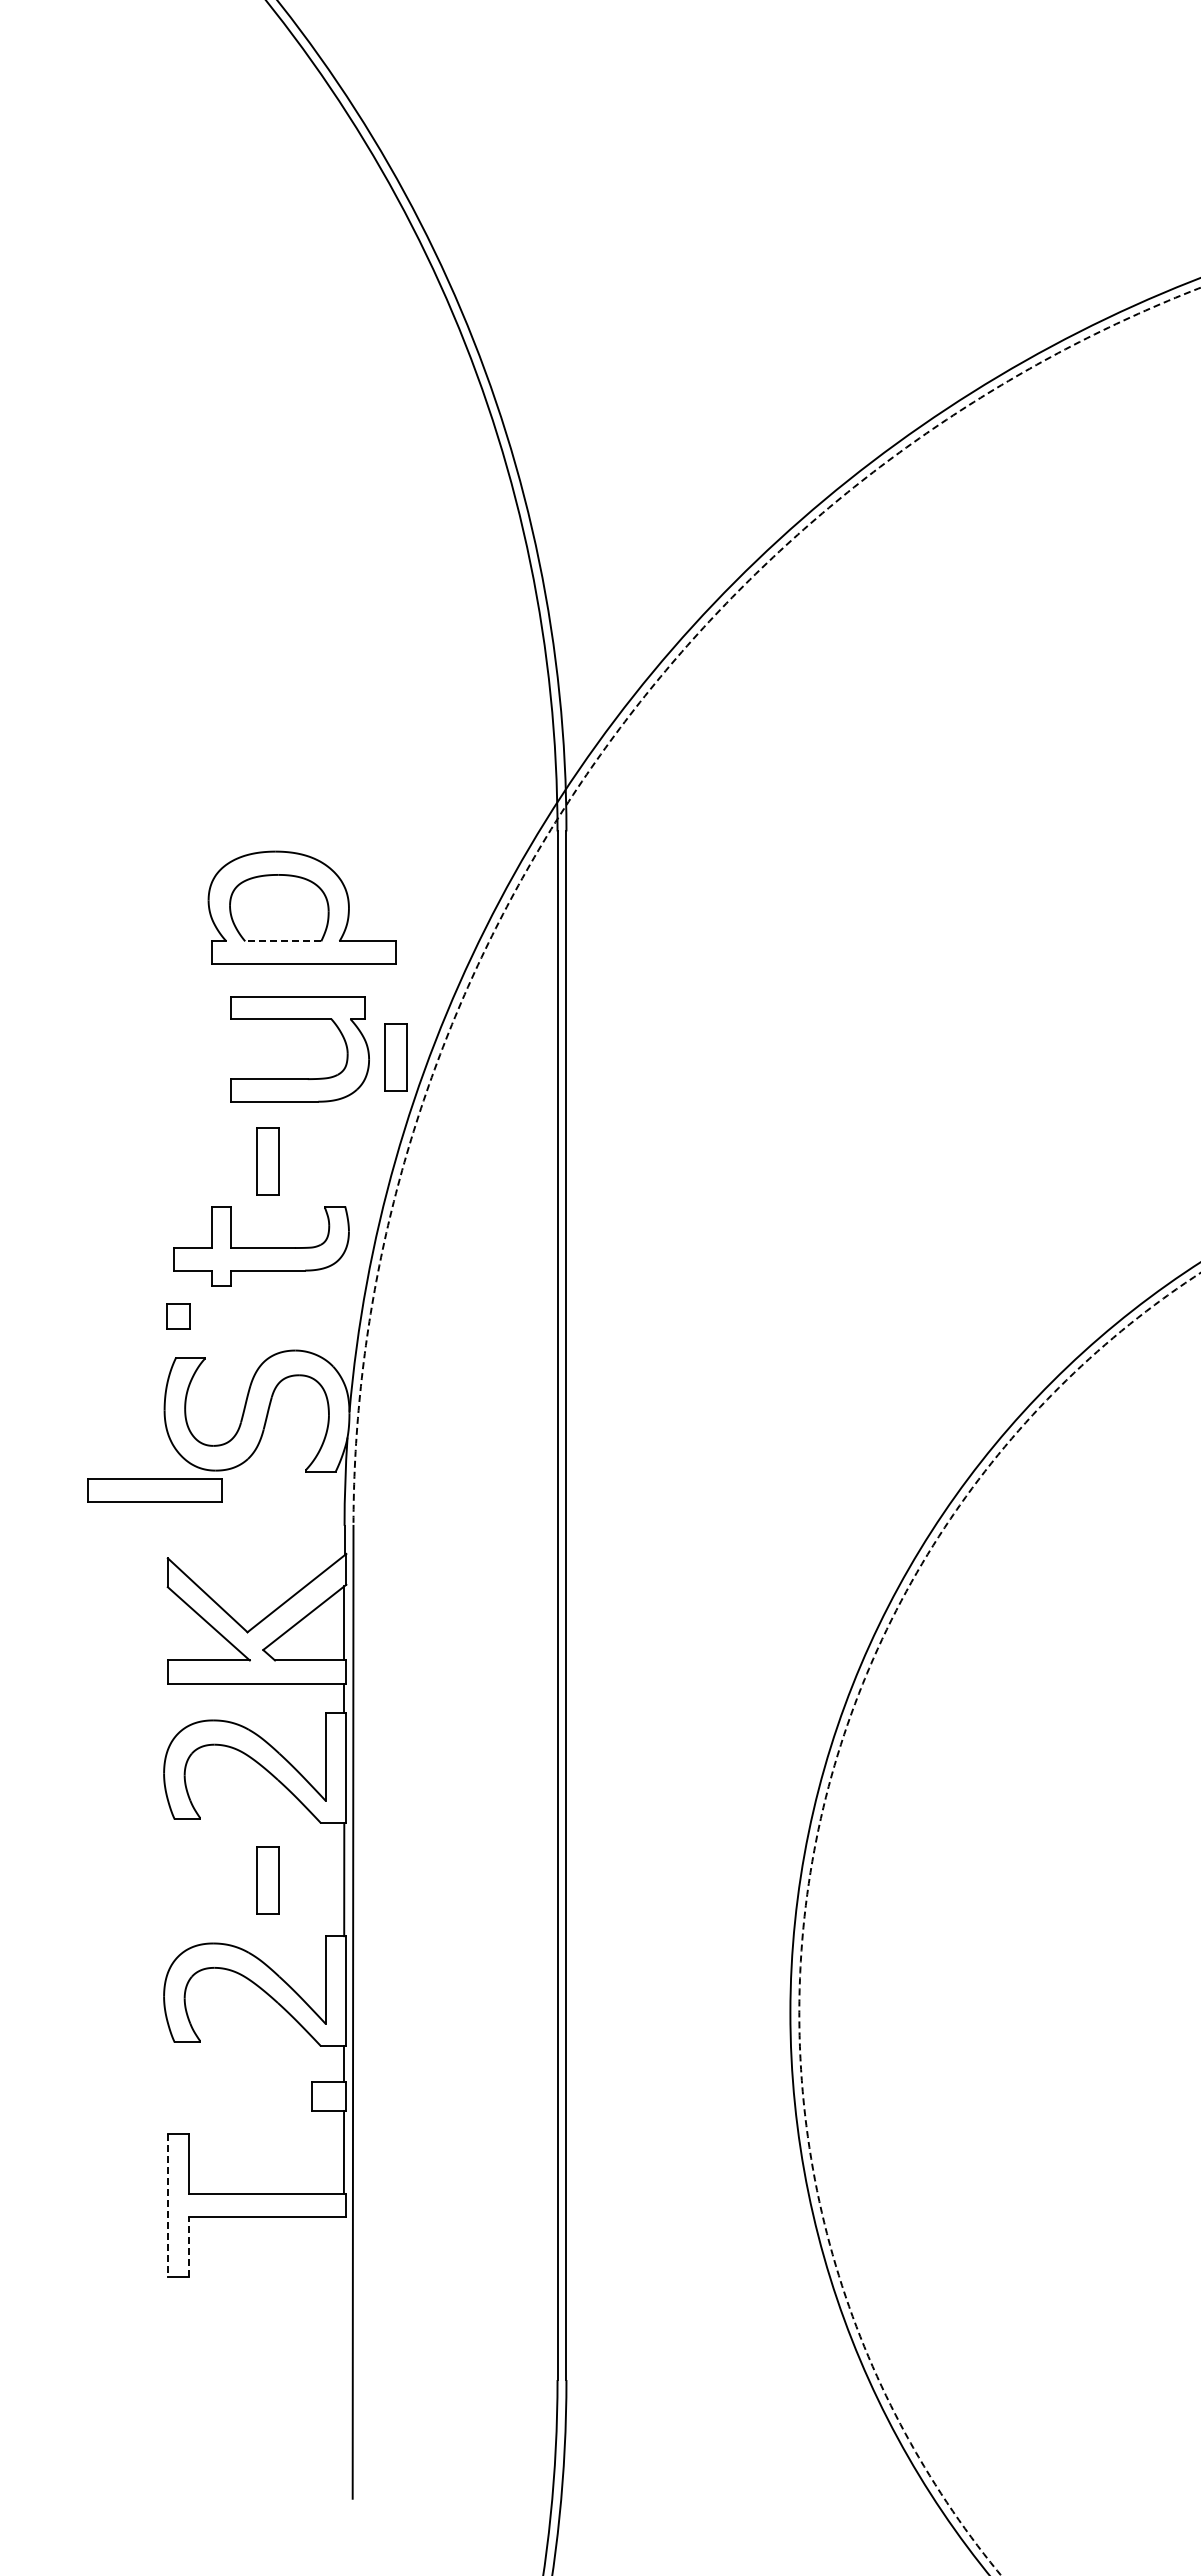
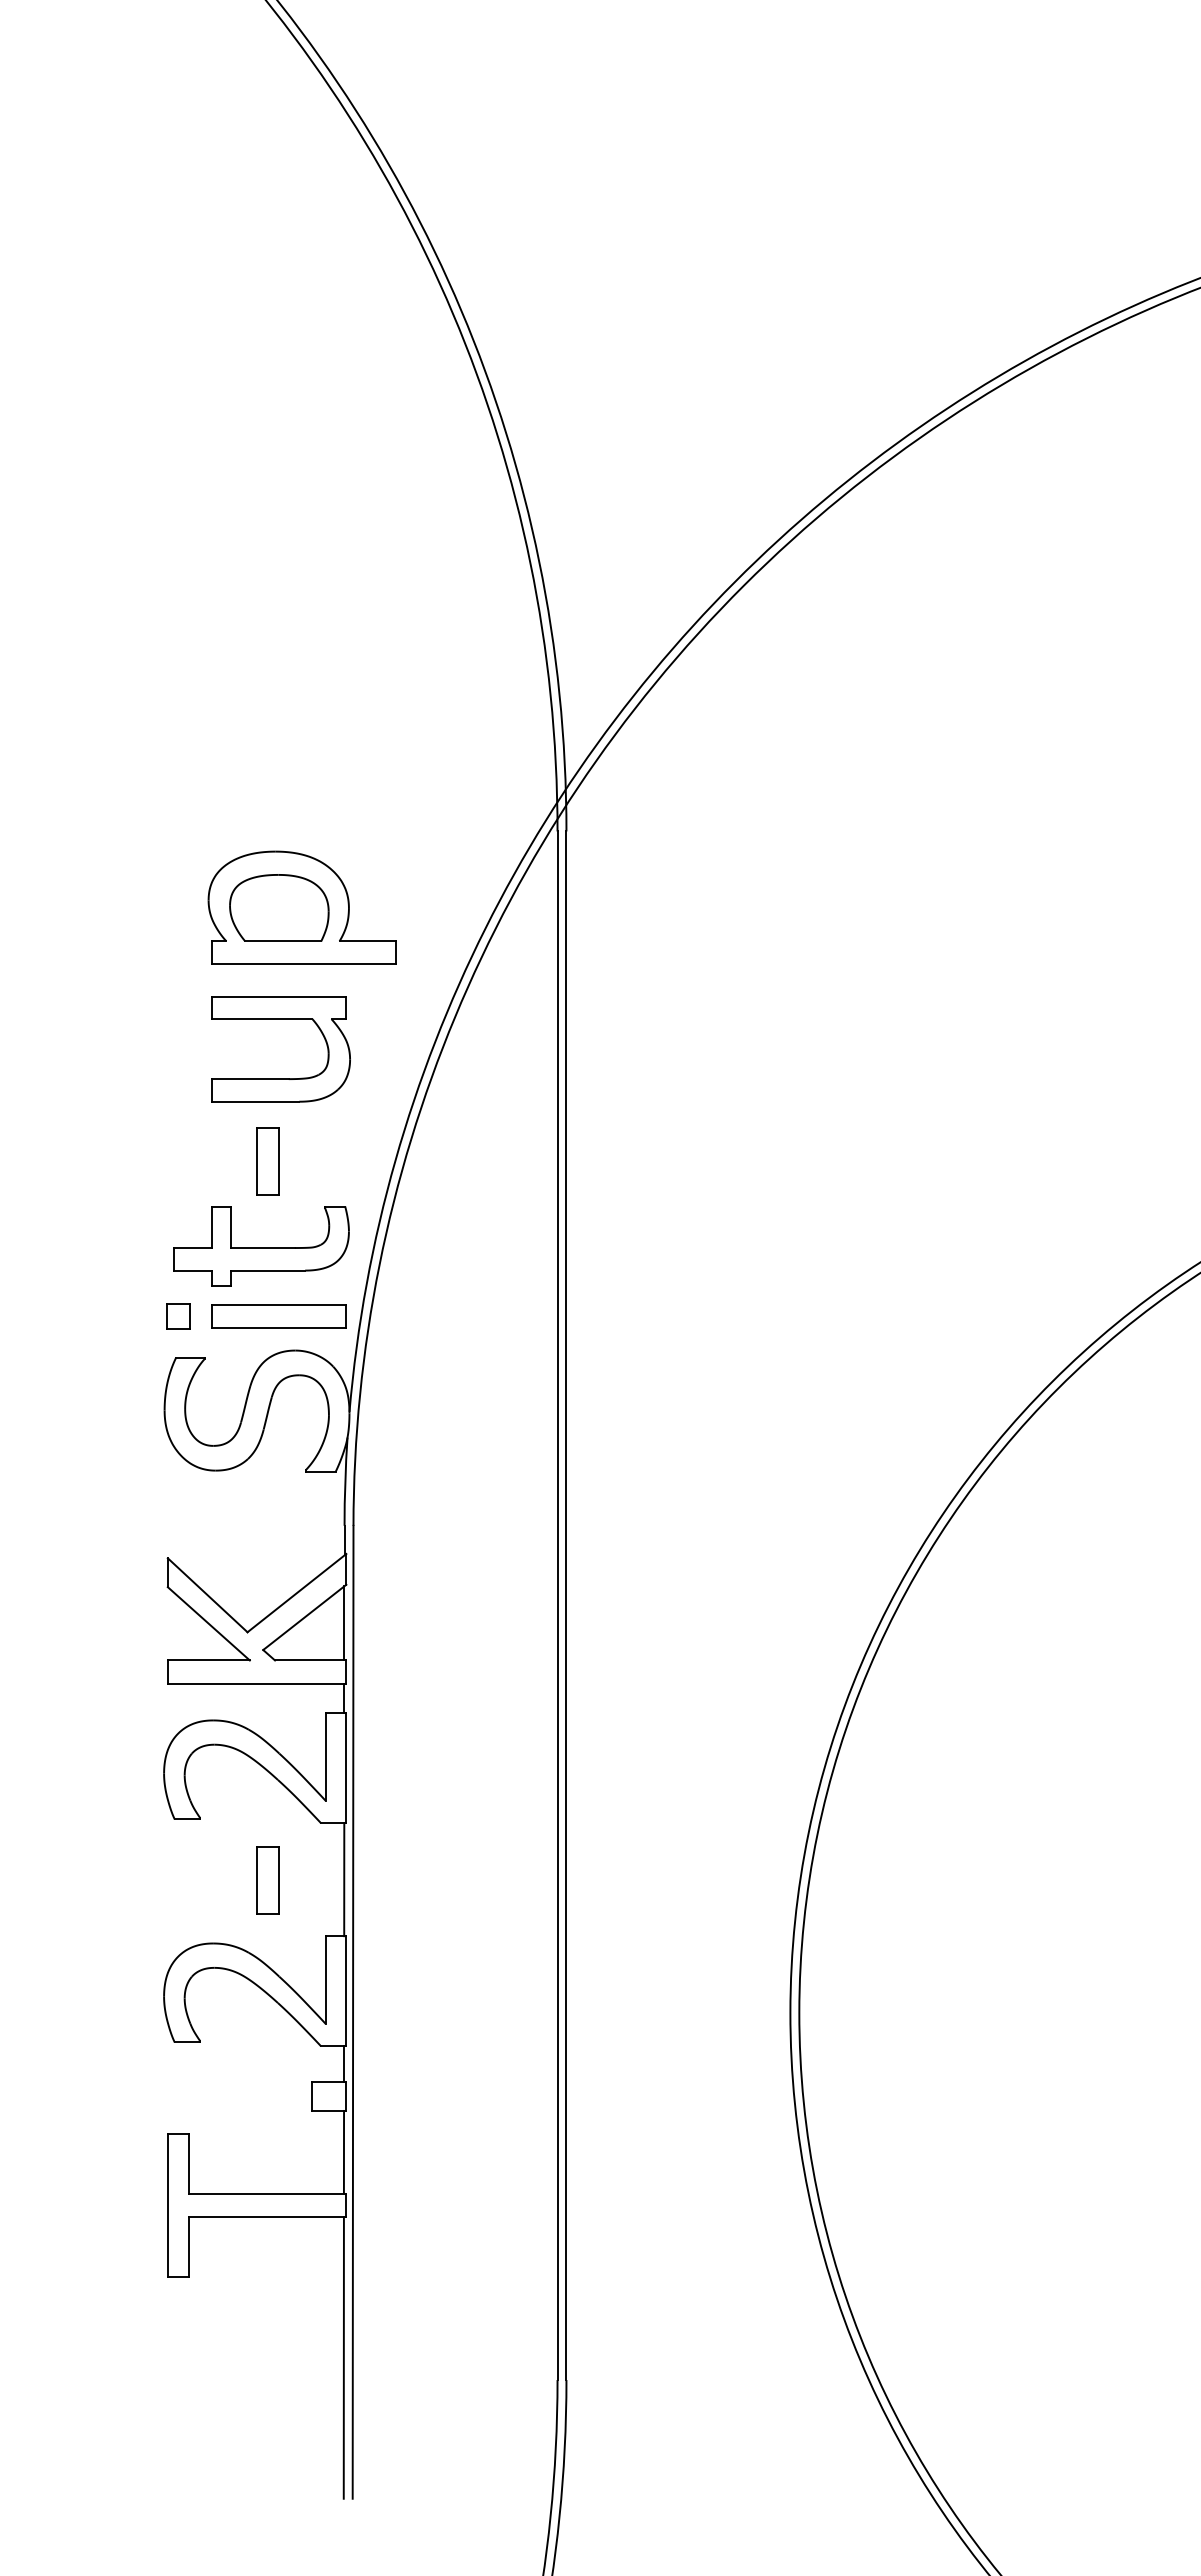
arc at (585, 776): dashed -> solid
line at (282, 941): dashed -> solid
part at (395, 1057): present -> none
part at (299, 1078) position: (299, 1078) -> (280, 1078)
part at (154, 1490) position: (154, 1490) -> (278, 1316)
arc at (809, 1878): dashed -> solid
line at (167, 2205): dashed -> solid
line at (188, 2247): dashed -> solid
line at (343, 2357): none -> present
